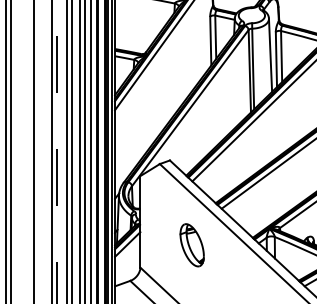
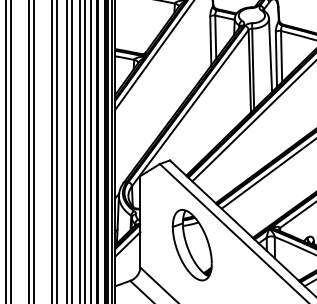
line at (29, 151): none -> present
line at (57, 152): dashed -> solid
part at (191, 245) size: 26x45 px -> 42x73 px
